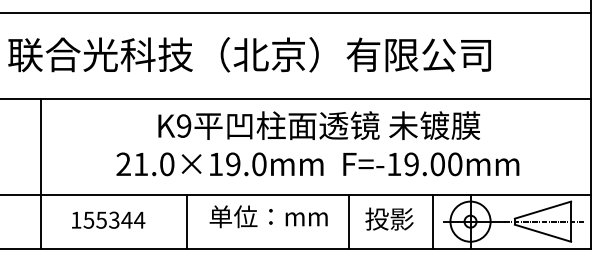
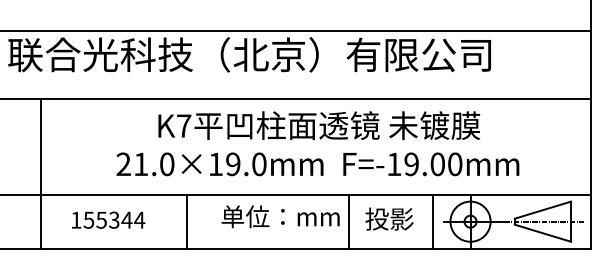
line at (296, 12) position: (296, 12) -> (296, 30)
text at (184, 125): K9 -> K7
text at (268, 216) position: (268, 216) -> (280, 216)
